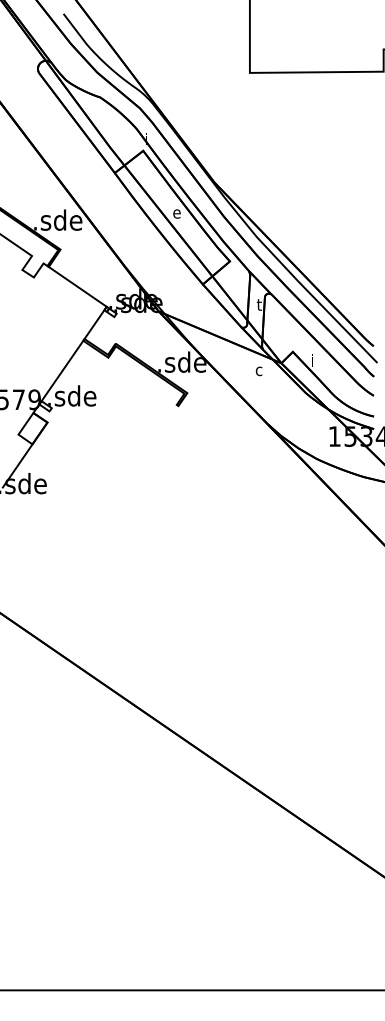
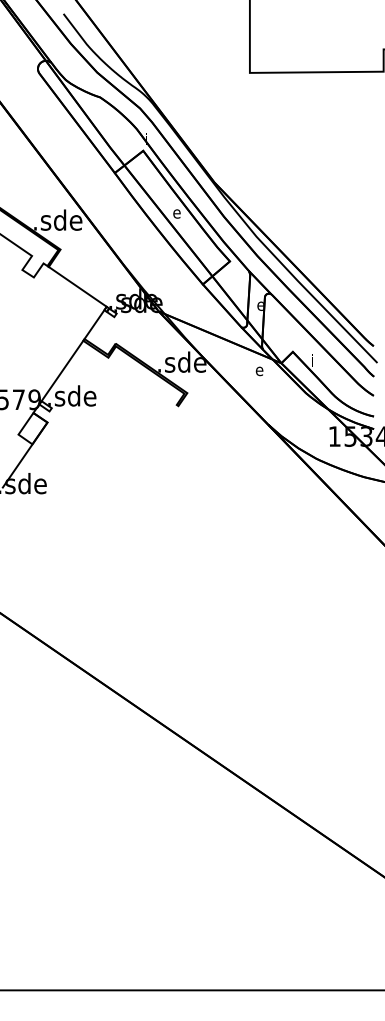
text at (259, 304): t -> e
text at (260, 370): c -> e
